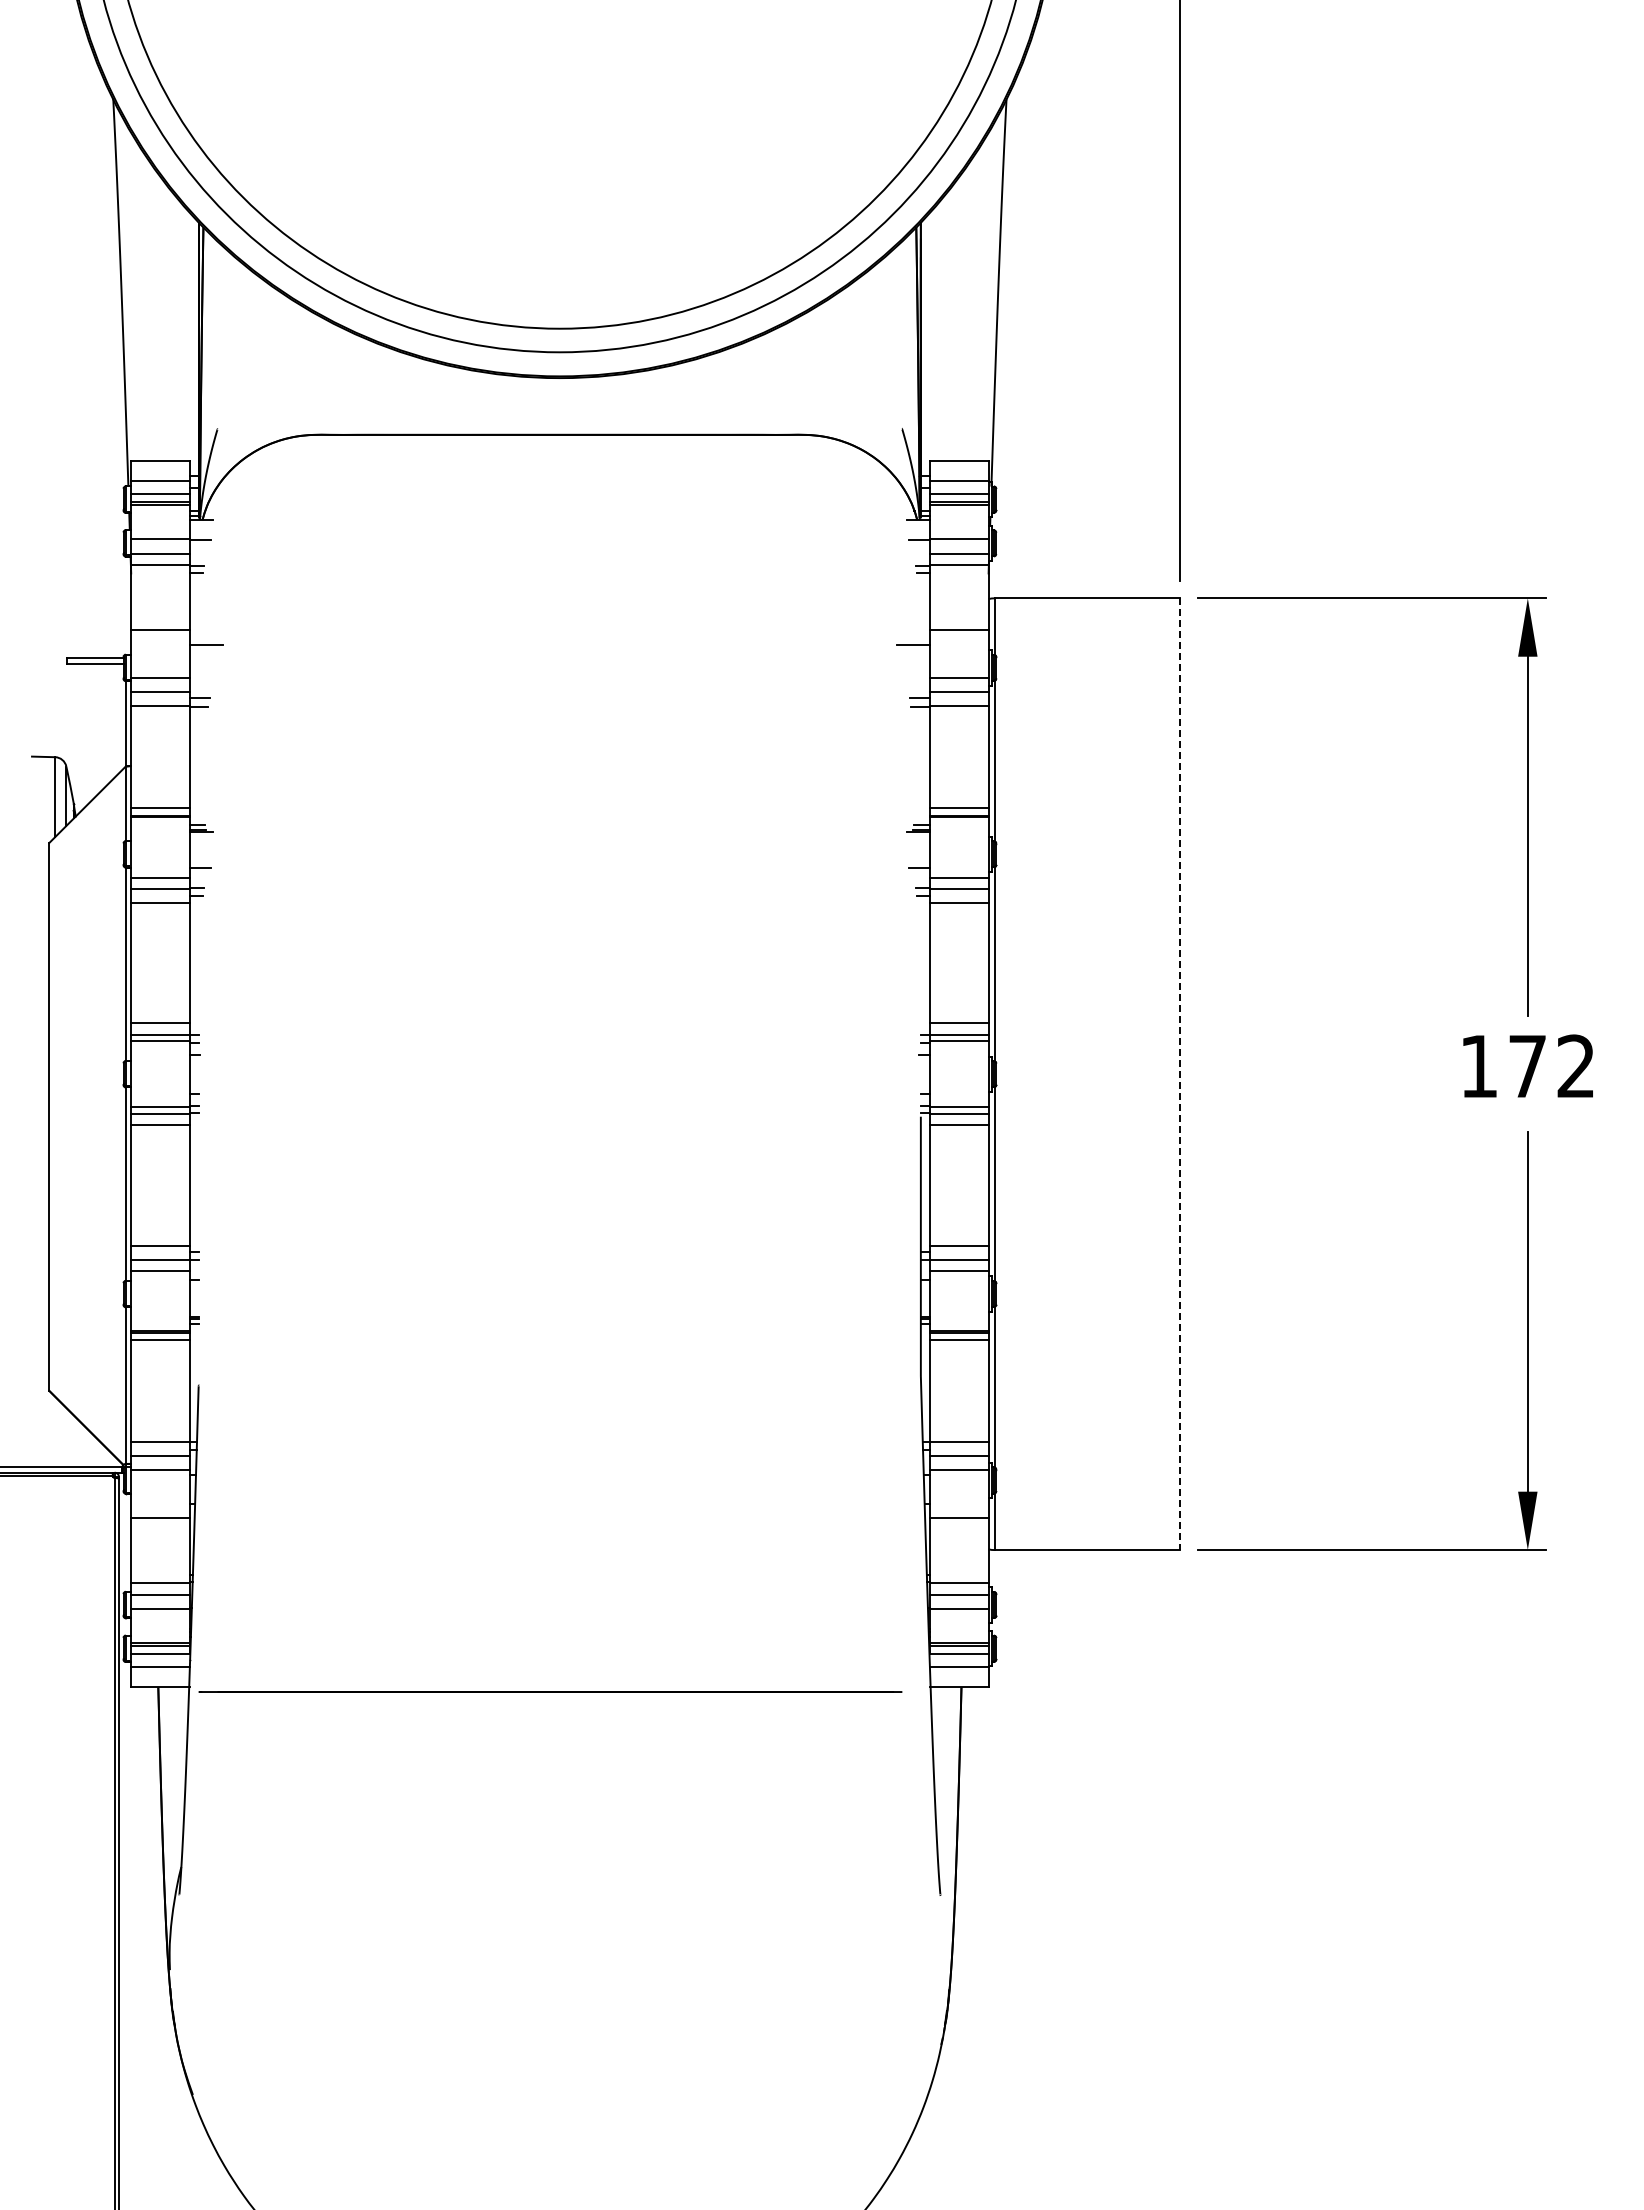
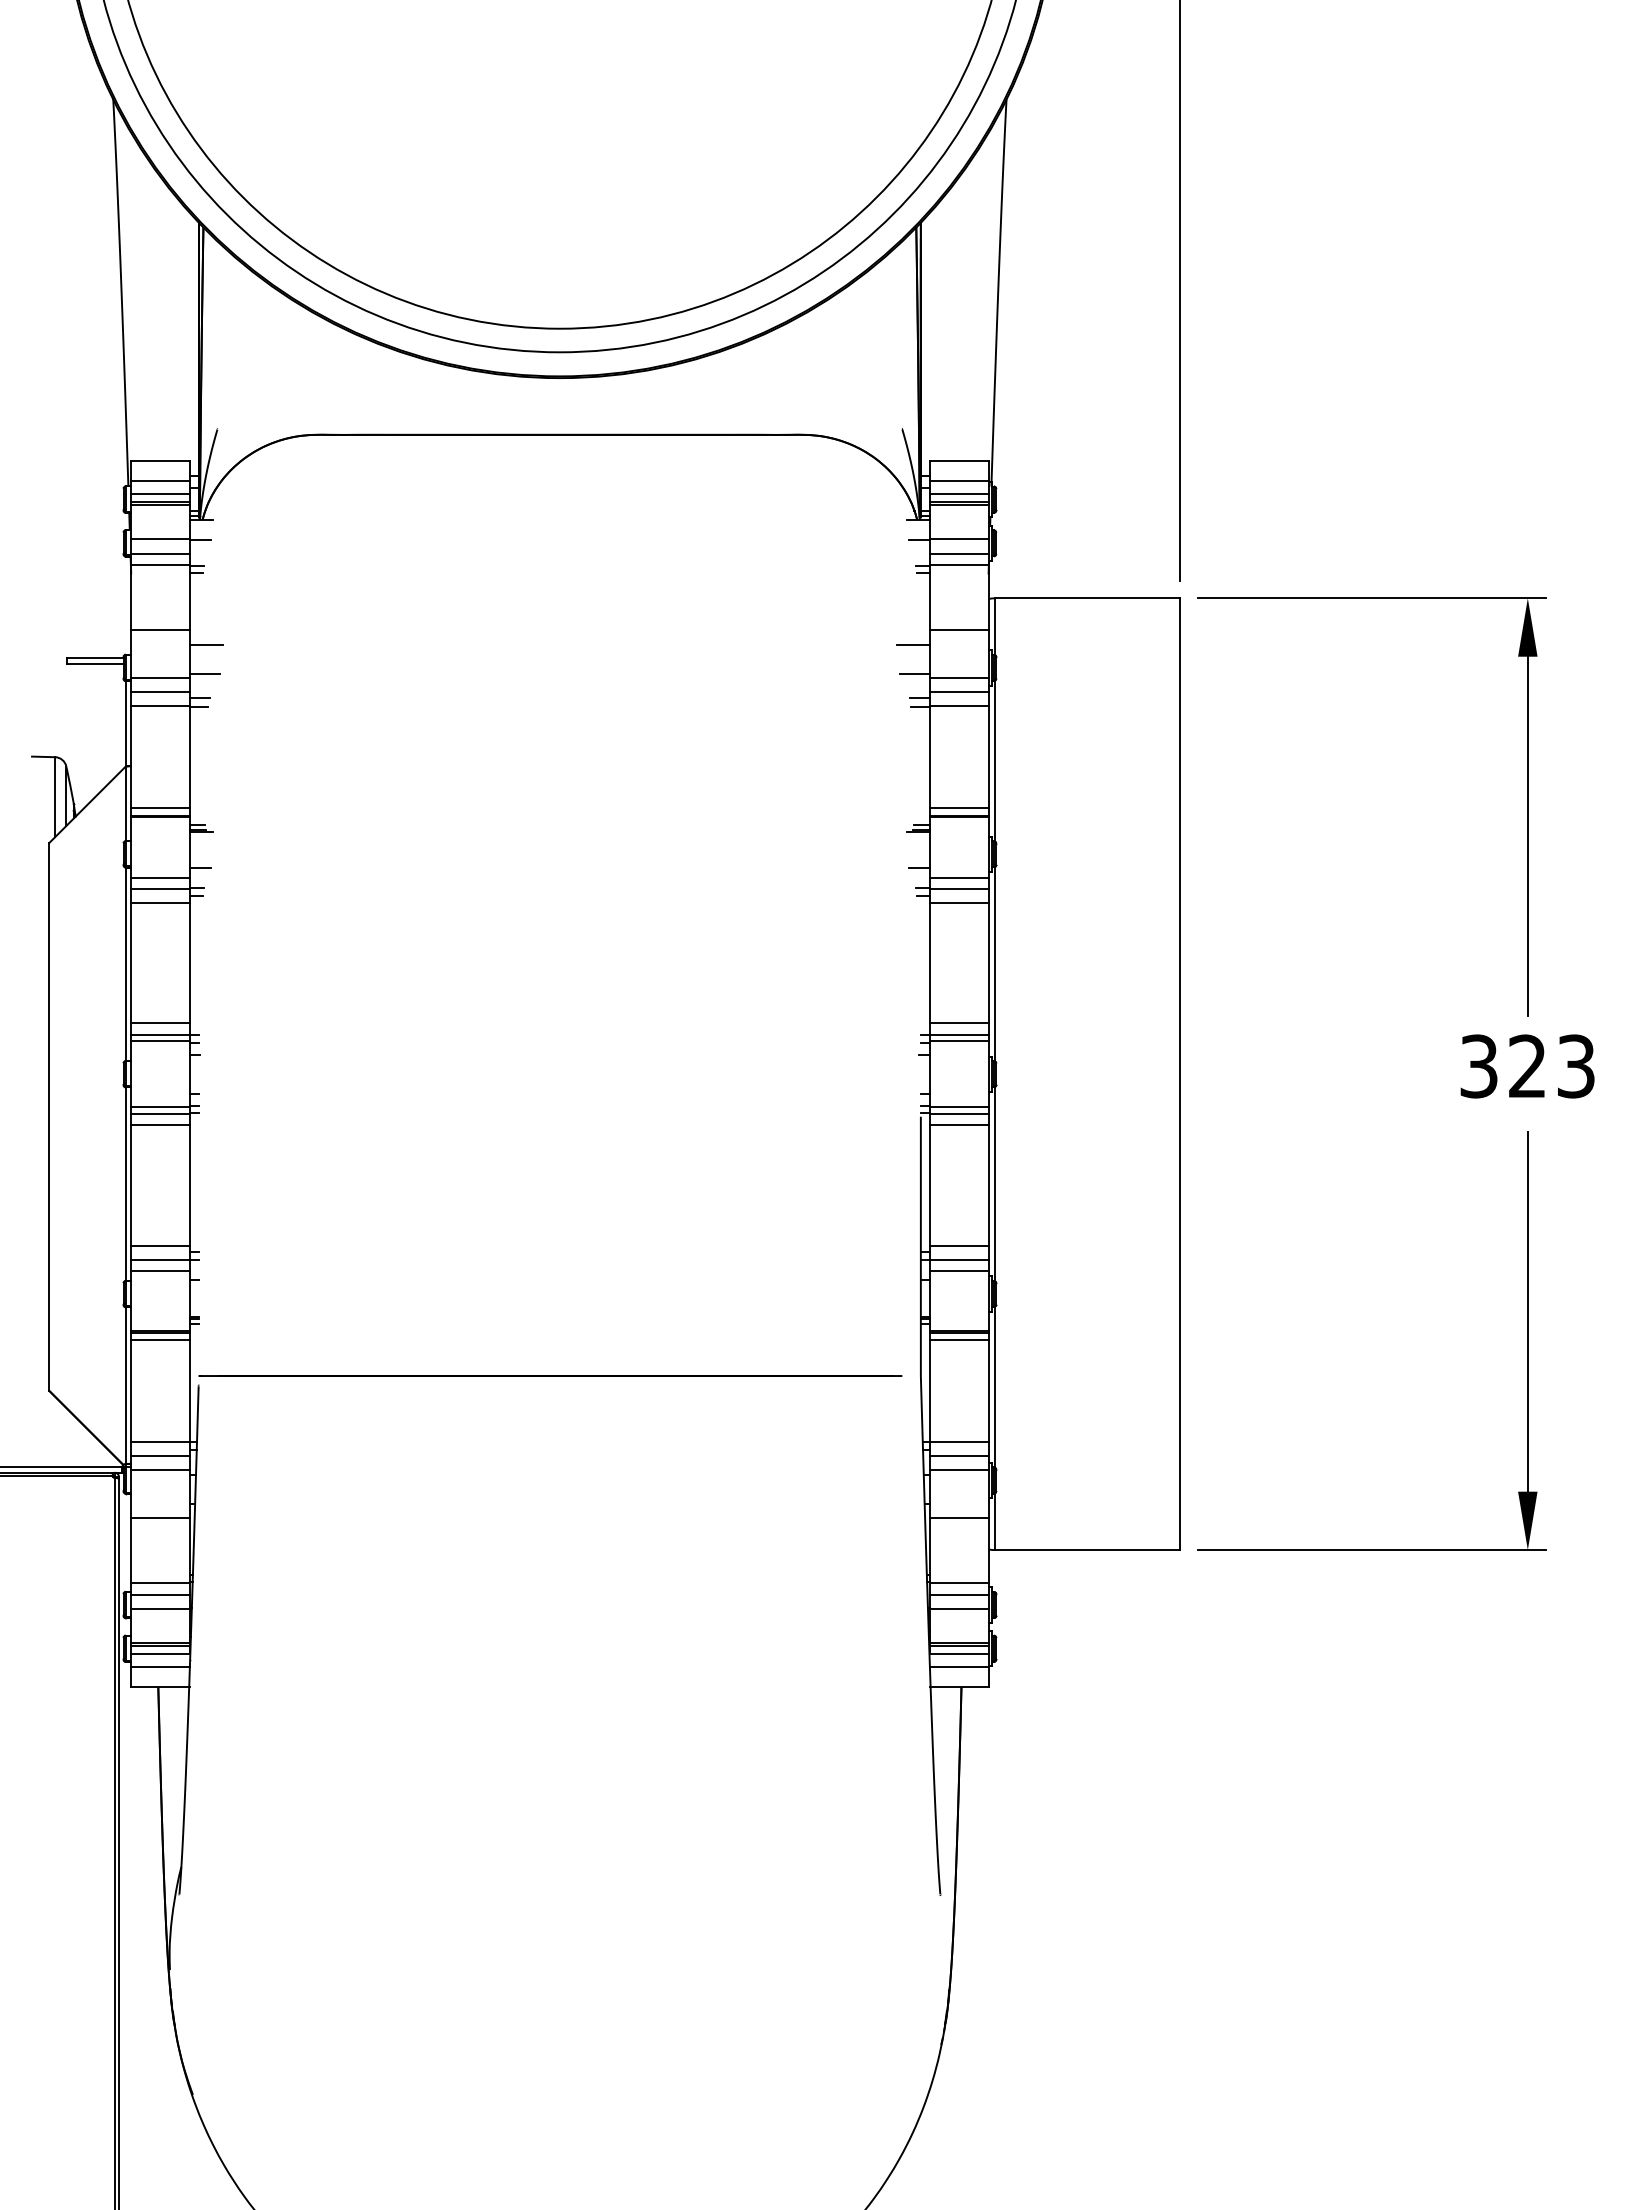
line at (204, 673): none -> present
line at (914, 673): none -> present
text at (1527, 1066): 172 -> 323
line at (1180, 1074): dashed -> solid
line at (550, 1691) position: (550, 1691) -> (550, 1375)
